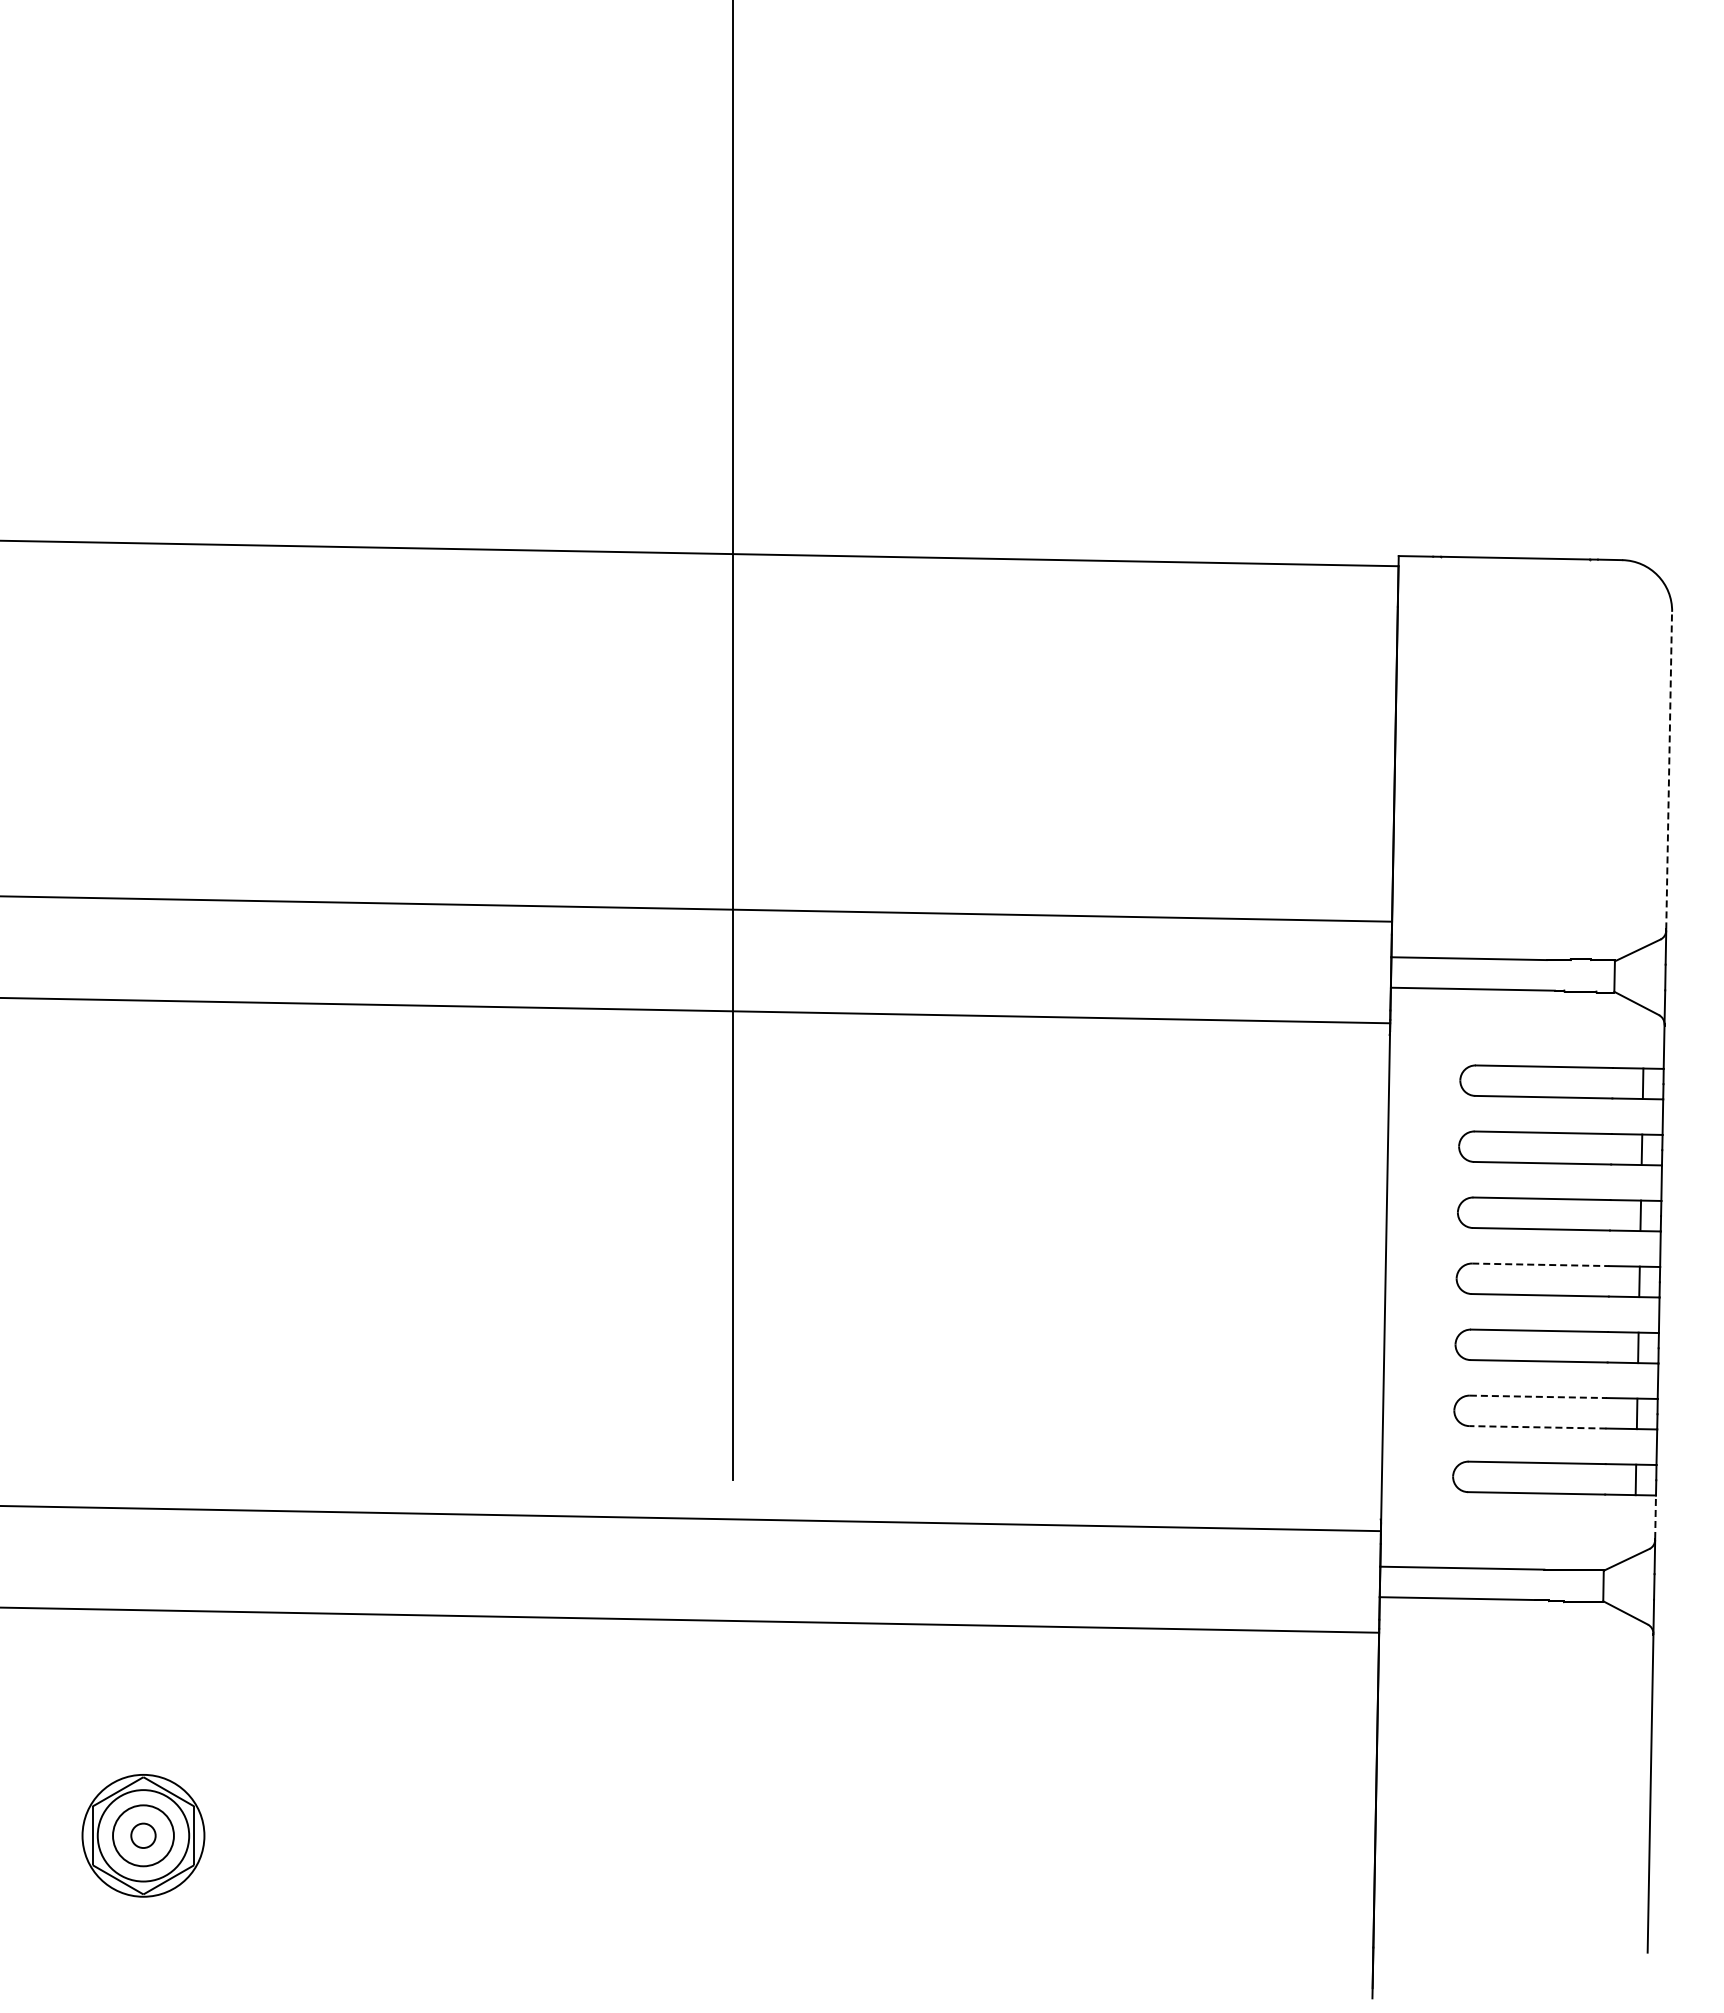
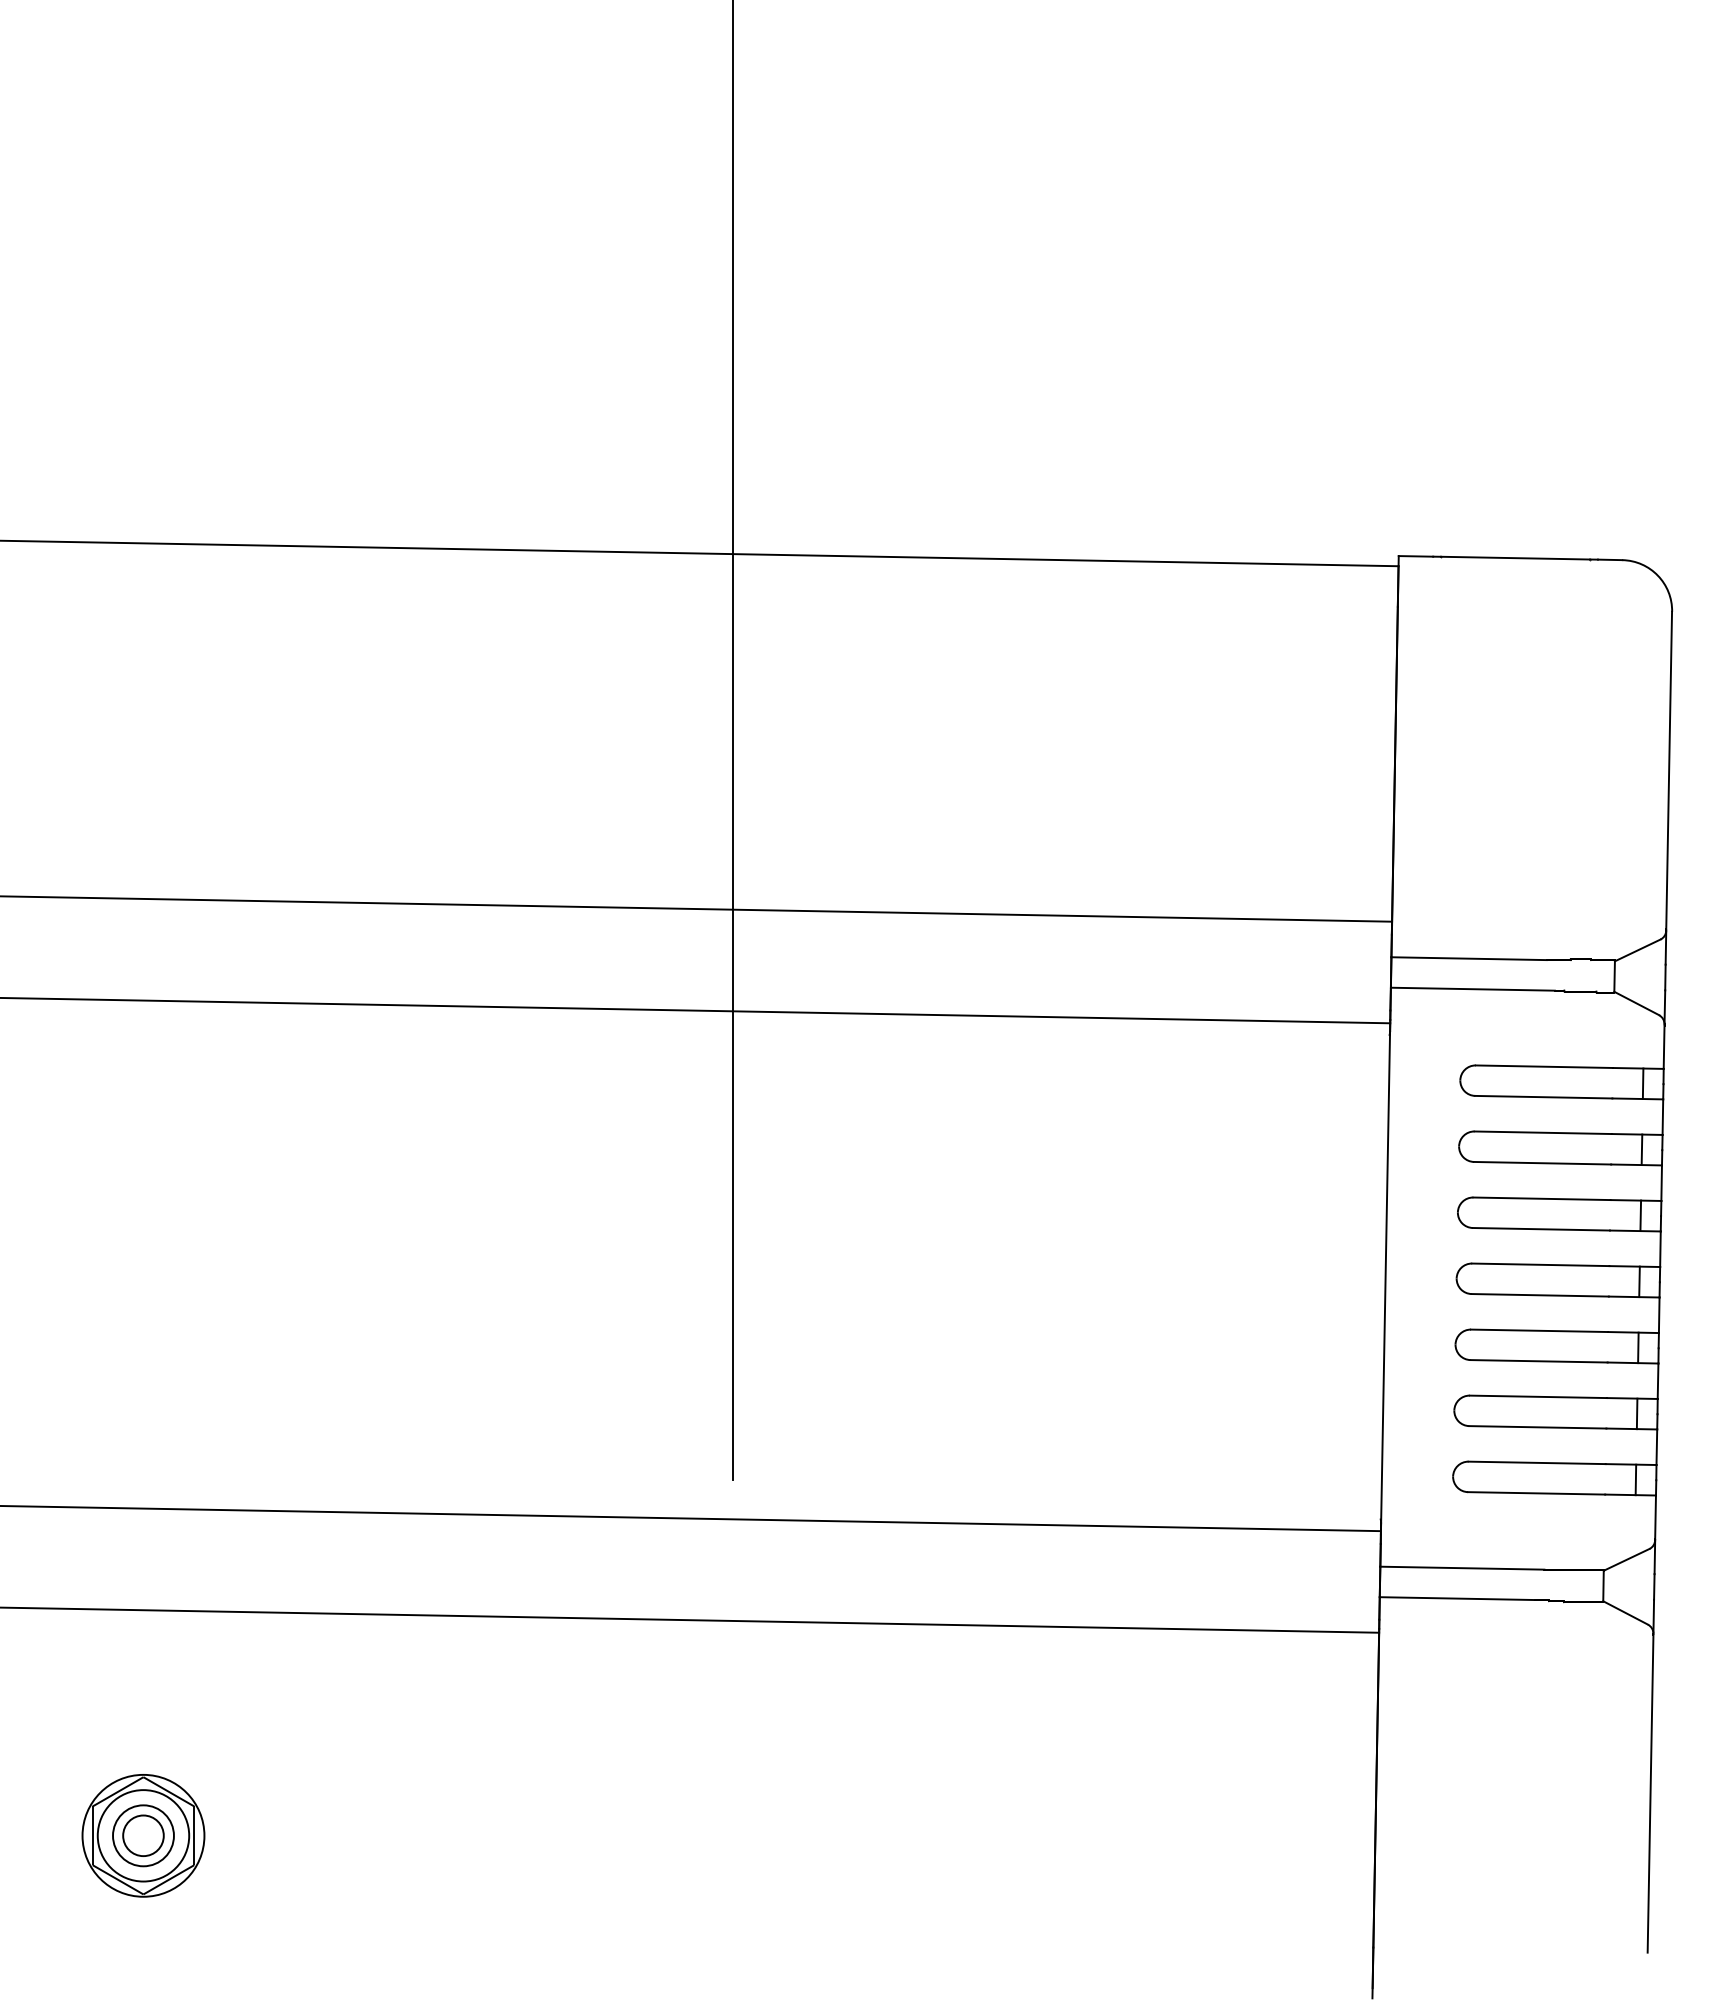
line at (1669, 770): dashed -> solid
line at (1540, 1264): dashed -> solid
line at (1538, 1396): dashed -> solid
line at (1537, 1427): dashed -> solid
line at (1655, 1517): dashed -> solid
circle at (143, 1835) diameter: 24 px -> 41 px
